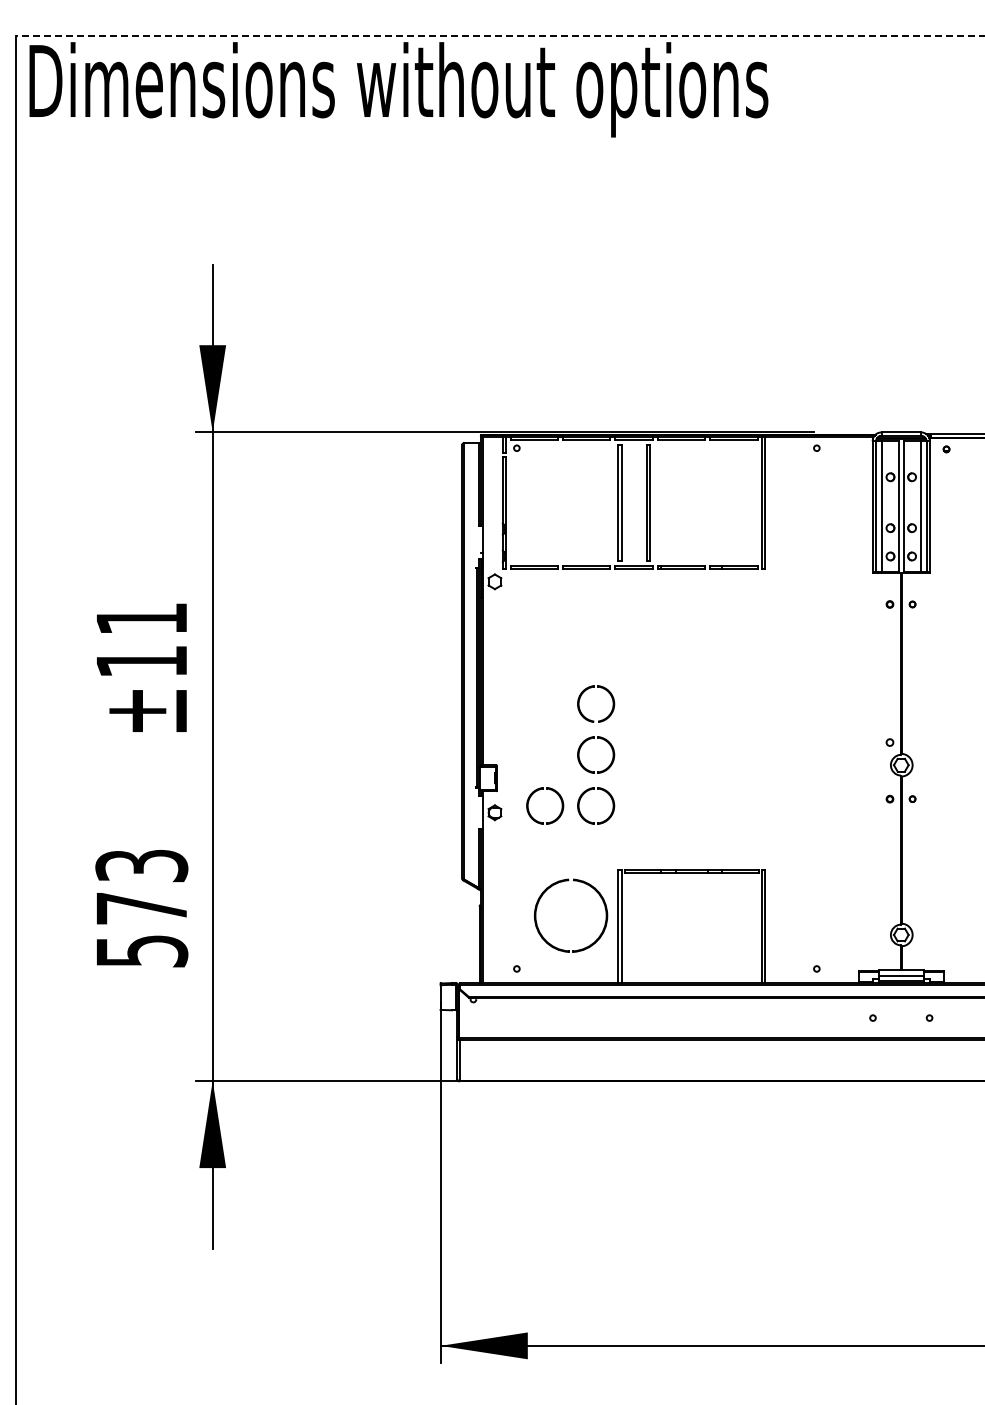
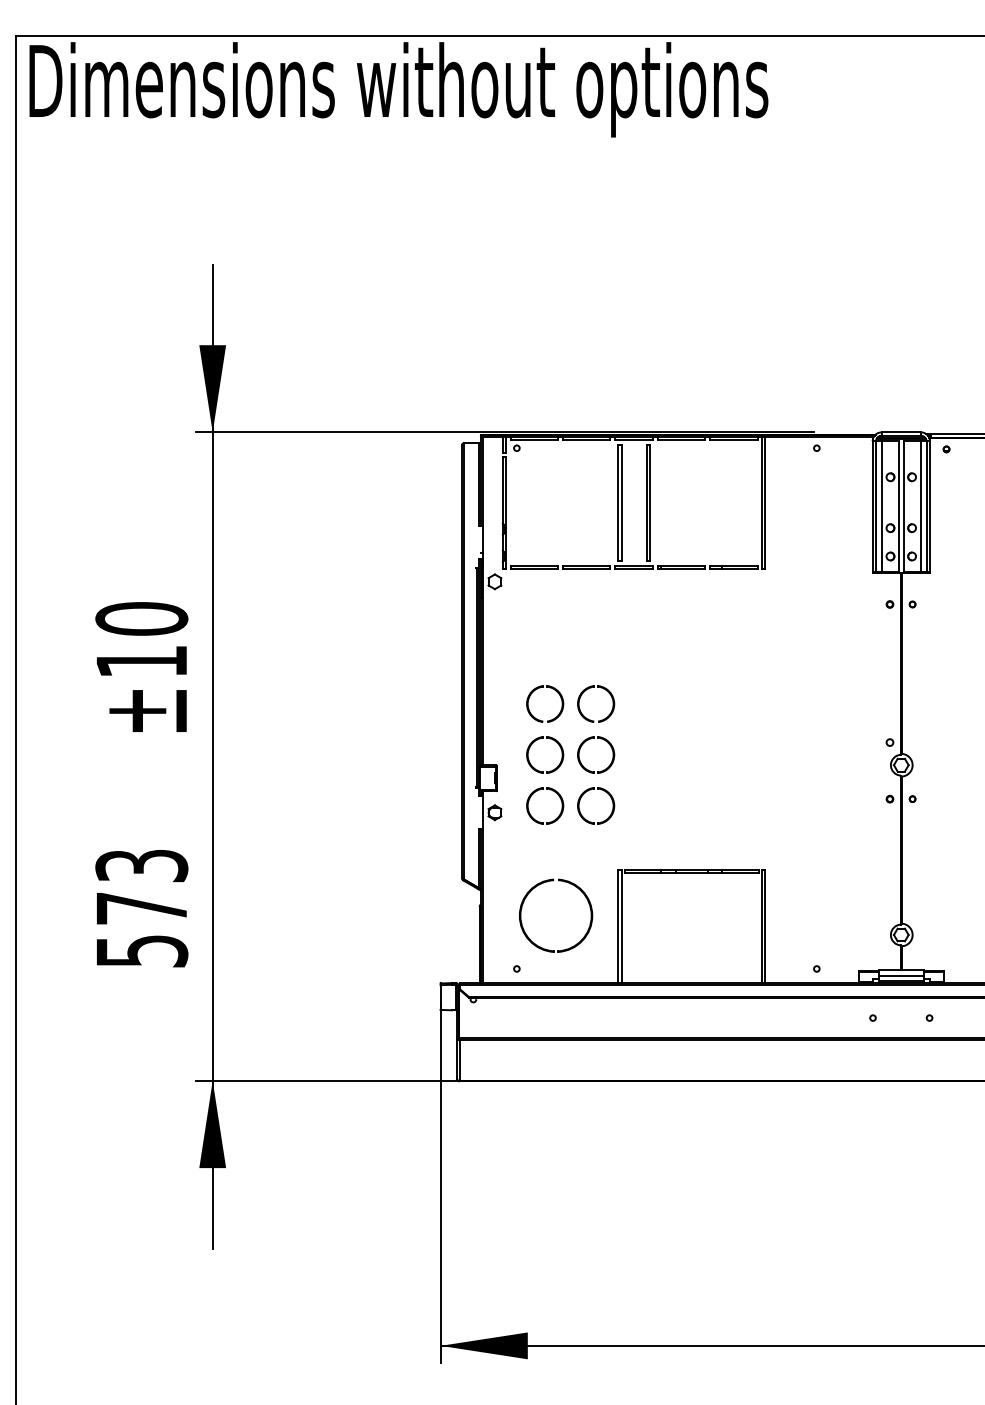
line at (499, 35): dashed -> solid
text at (141, 618): ±11 -> ±10
part at (555, 691): none -> present
part at (555, 742): none -> present
part at (590, 887) position: (590, 887) -> (575, 887)
